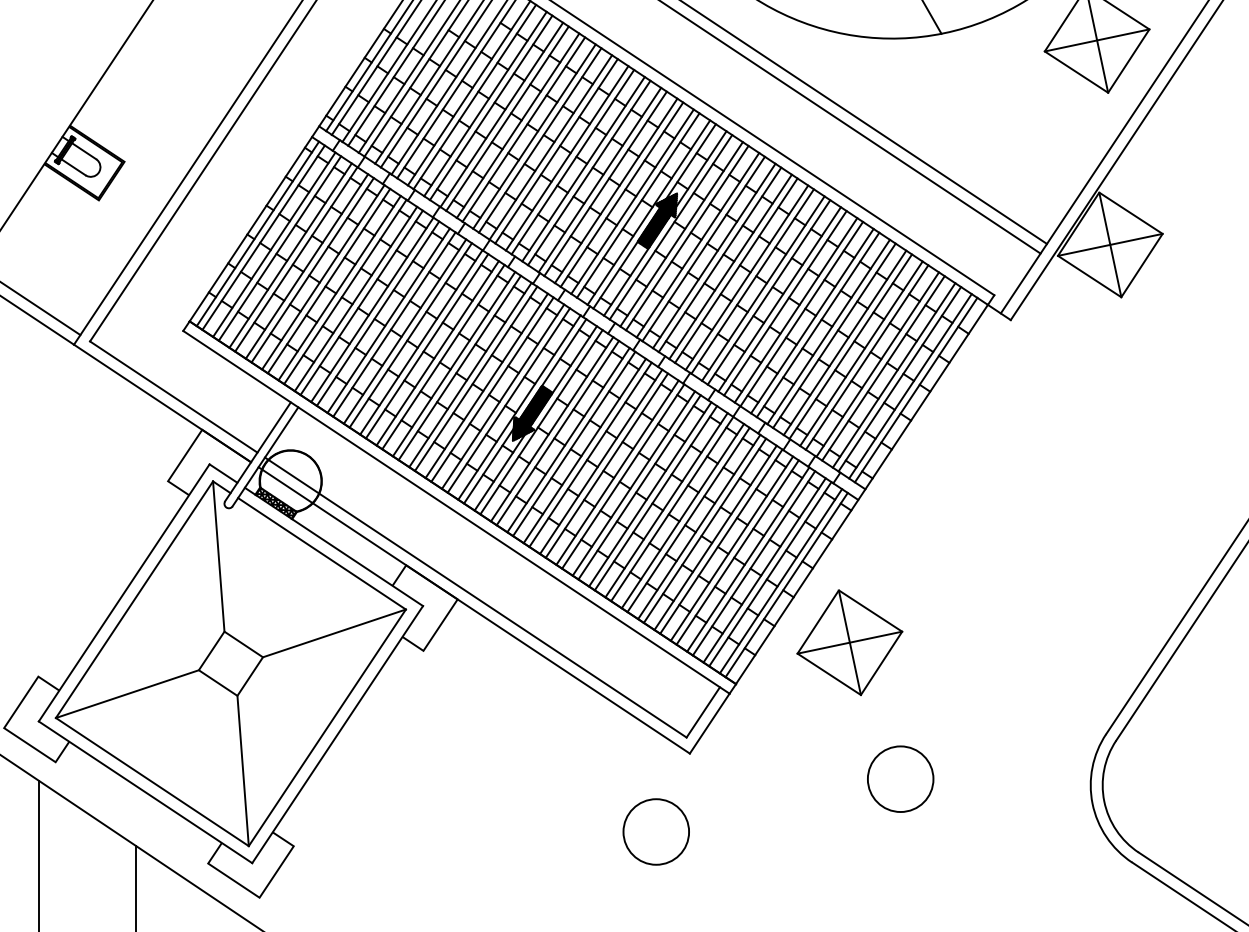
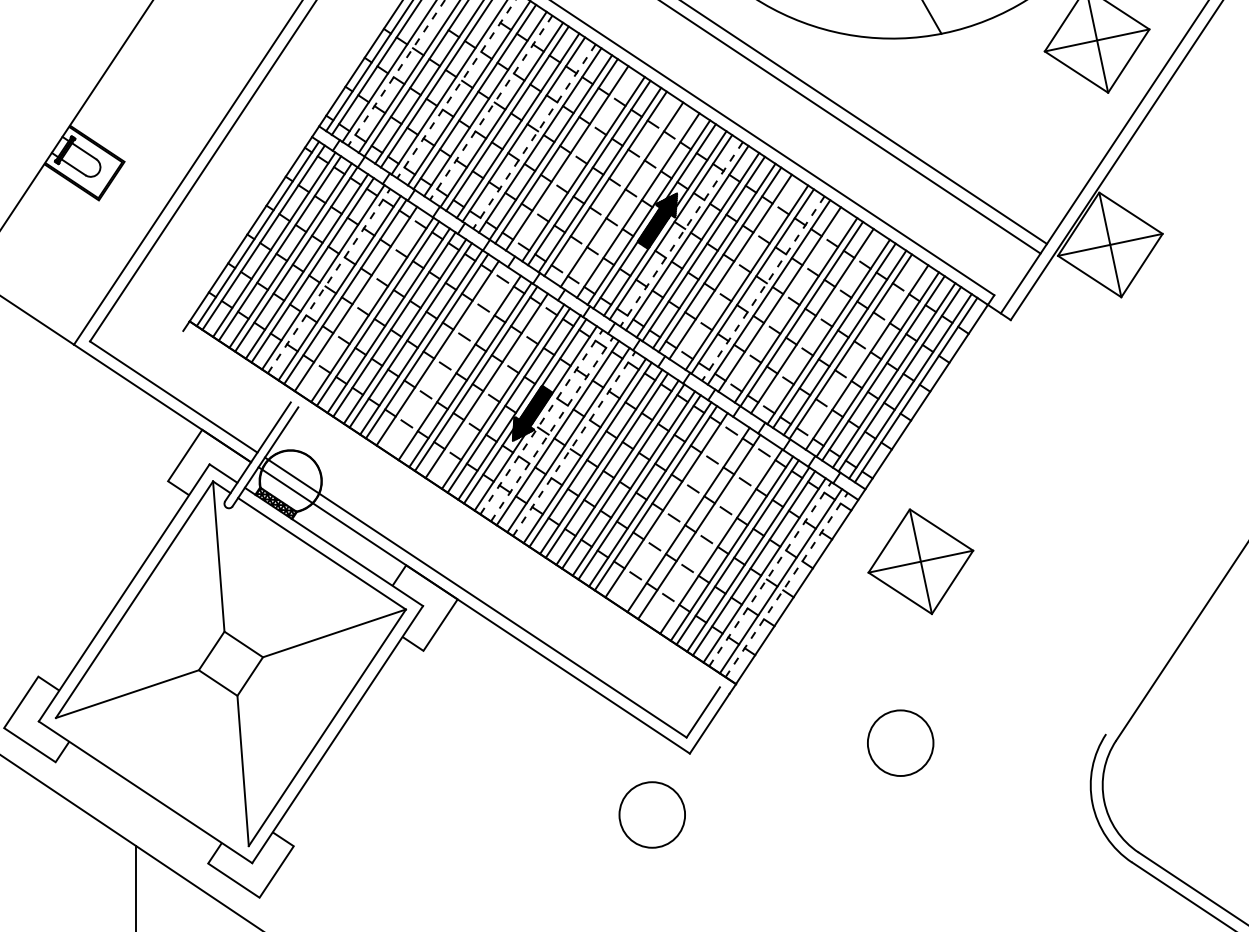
line at (396, 73): solid -> dashed
line at (456, 89): solid -> dashed
line at (491, 107): solid -> dashed
line at (534, 136): solid -> dashed
line at (572, 162): present -> none
line at (615, 190): present -> none
line at (632, 201): present -> none
line at (681, 234): solid -> dashed
line at (736, 270): present -> none
line at (329, 281): solid -> dashed
line at (763, 288): solid -> dashed
line at (361, 302): present -> none
line at (785, 303): present -> none
line at (41, 309): present -> none
line at (817, 324): present -> none
line at (861, 353): present -> none
line at (443, 356): present -> none
line at (453, 364): present -> none
line at (492, 389): present -> none
line at (541, 422): solid -> dashed
line at (552, 429): solid -> dashed
line at (574, 443): solid -> dashed
line at (672, 508): present -> none
line at (456, 511): present -> none
line at (682, 516): present -> none
line at (704, 530): present -> none
line at (715, 537): present -> none
line at (770, 574): solid -> dashed
line at (786, 585): solid -> dashed
line at (1175, 629): present -> none
part at (849, 642) position: (849, 642) -> (920, 561)
circle at (900, 778) position: (900, 778) -> (900, 742)
line at (151, 782): present -> none
circle at (655, 831) position: (655, 831) -> (651, 814)
line at (39, 854): present -> none
